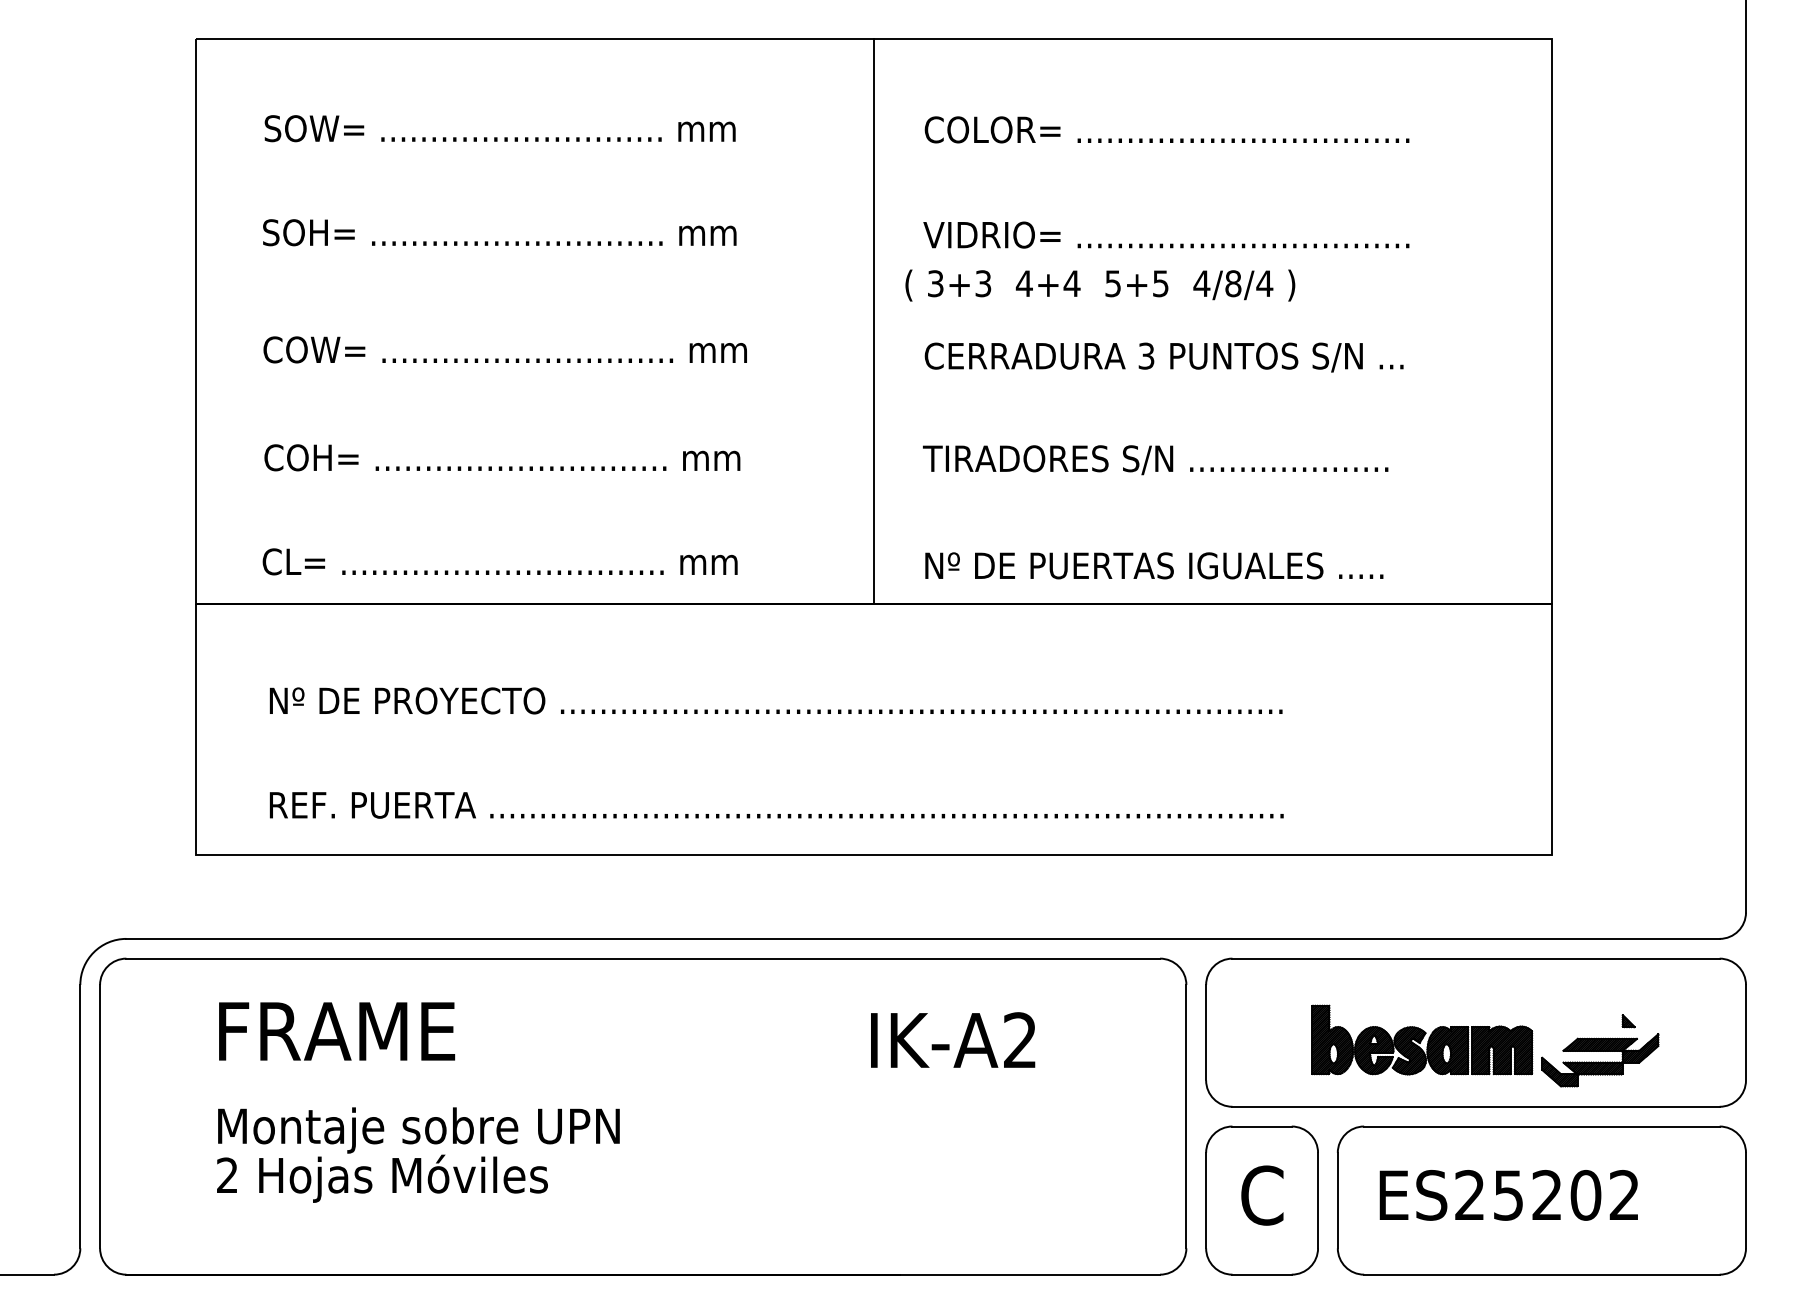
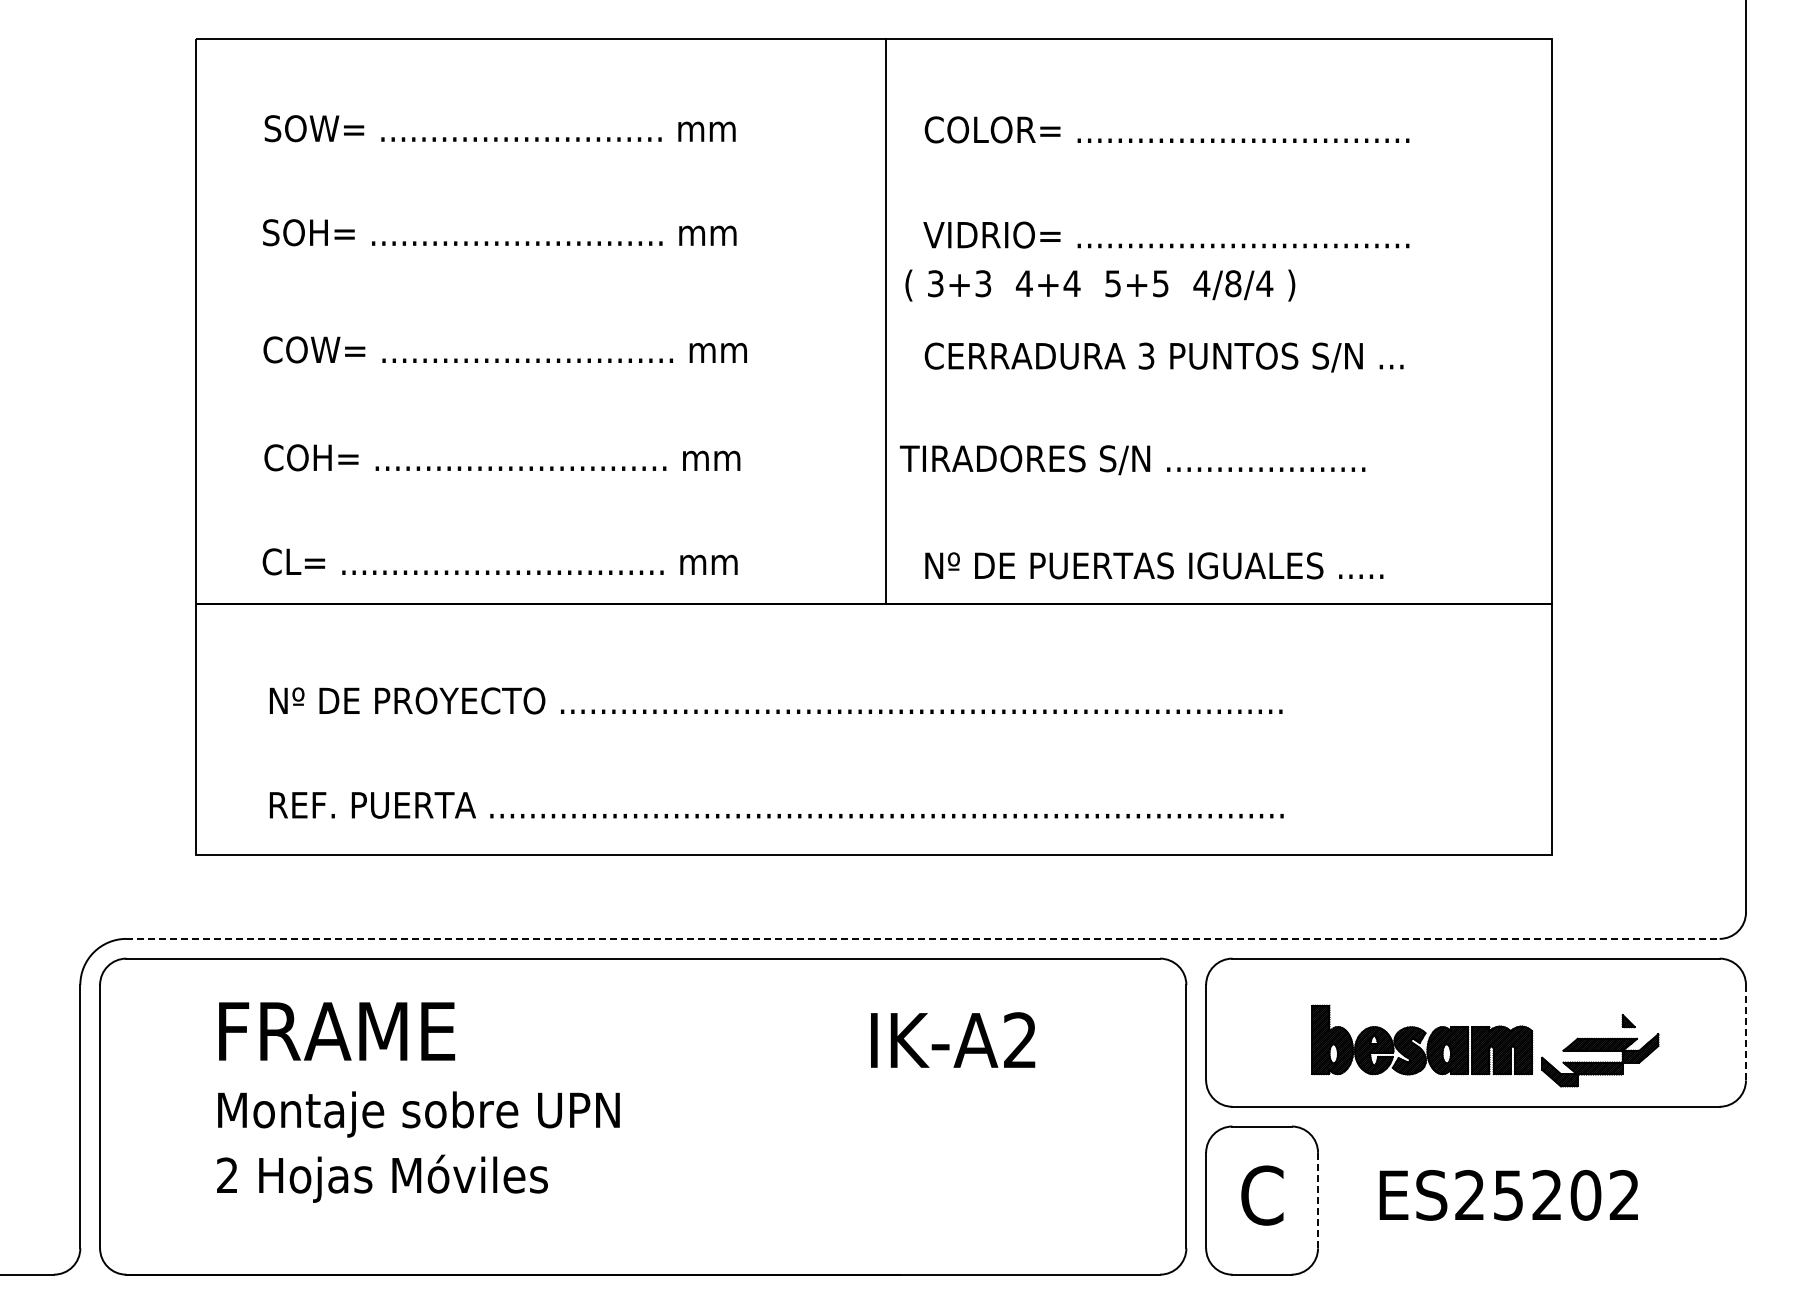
line at (873, 321) position: (873, 321) -> (885, 321)
text at (1155, 460) position: (1155, 460) -> (1132, 460)
line at (923, 938): solid -> dashed
line at (1746, 1032): solid -> dashed
text at (418, 1130) position: (418, 1130) -> (418, 1114)
line at (1318, 1200): solid -> dashed
part at (1541, 1200): present -> none
